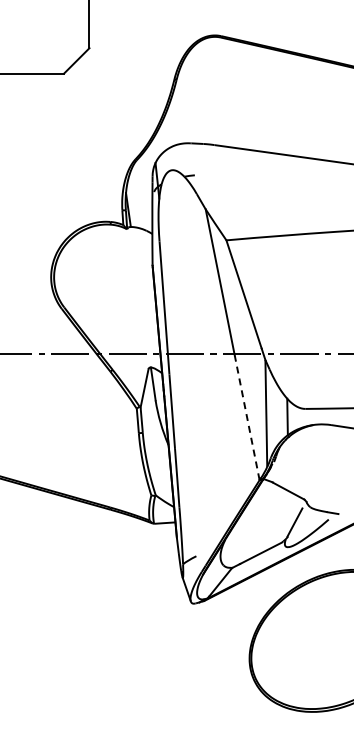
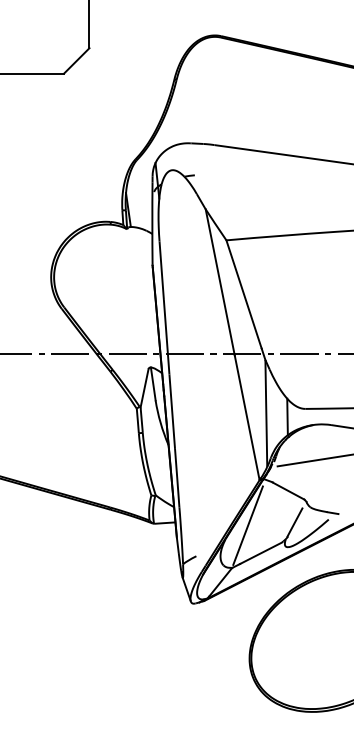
line at (247, 417): dashed -> solid
line at (313, 460): none -> present
line at (247, 525): none -> present
